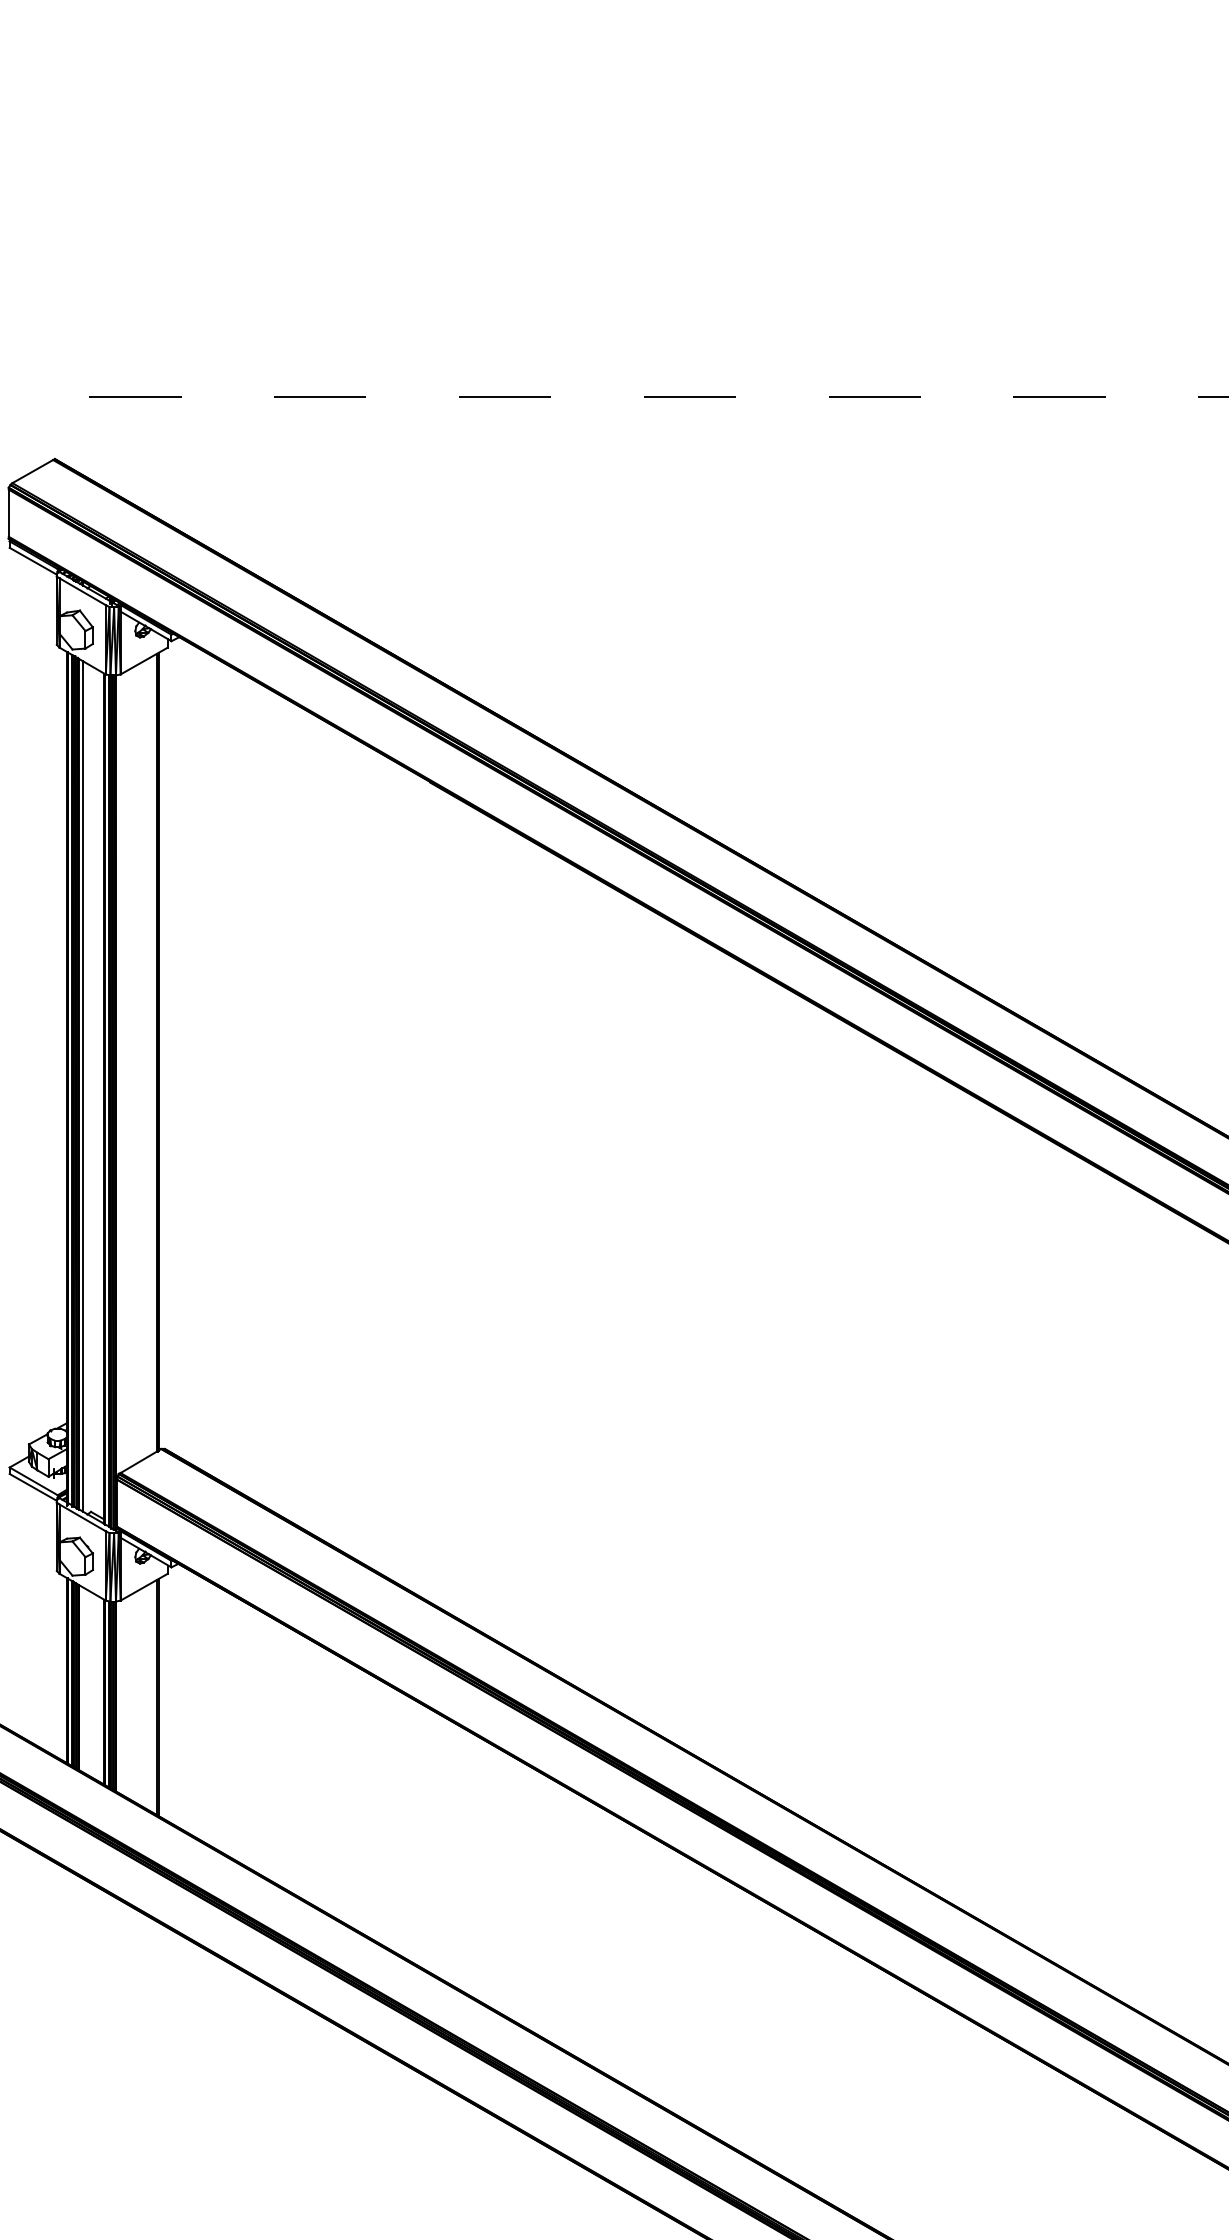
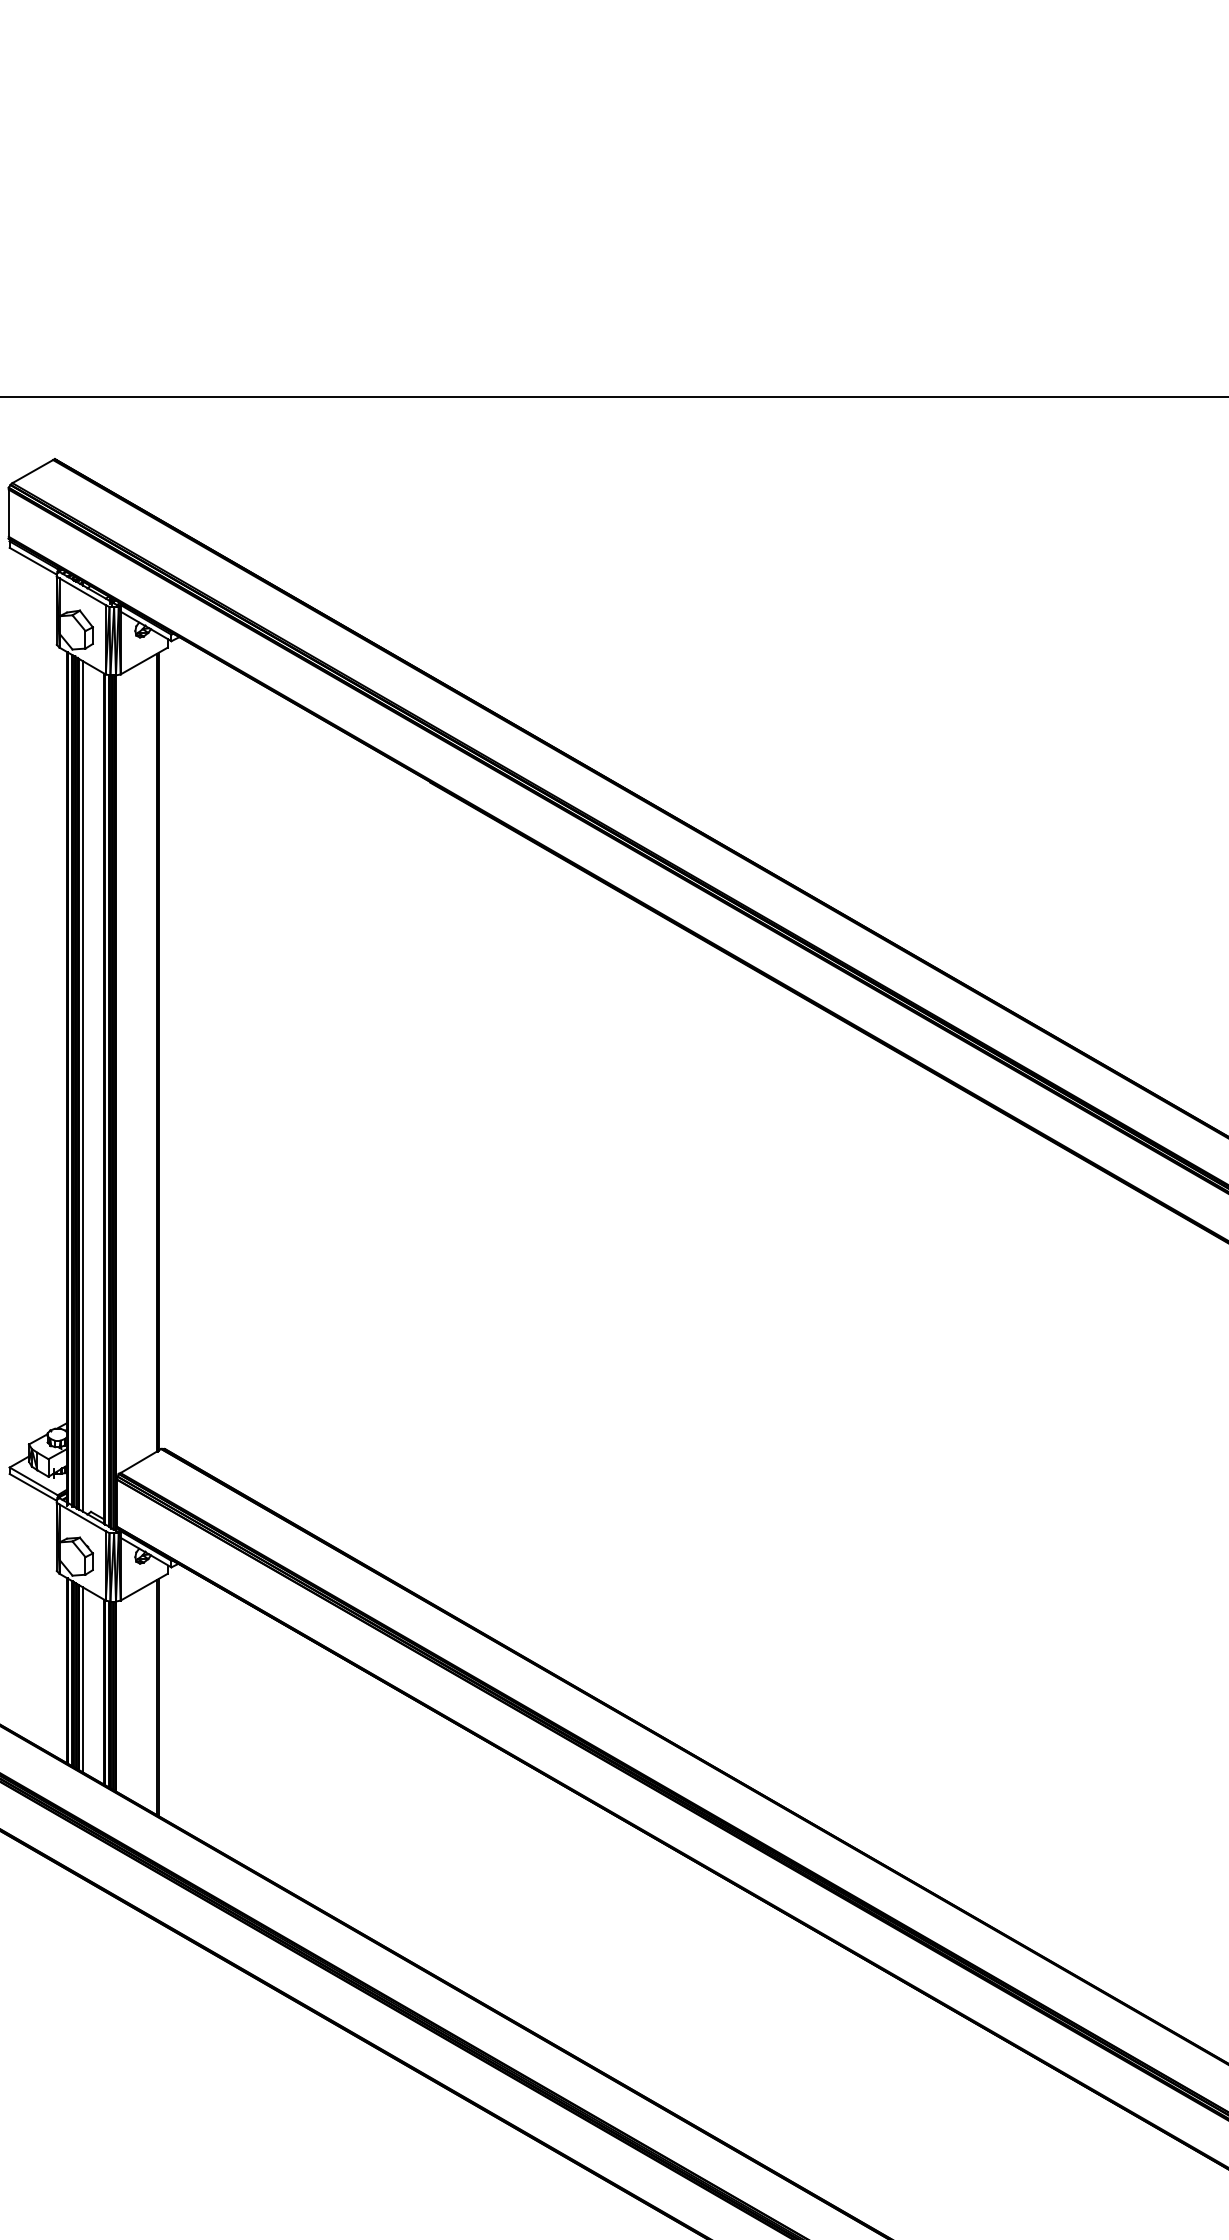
line at (613, 397): dashed -> solid
line at (82, 1679): none -> present
